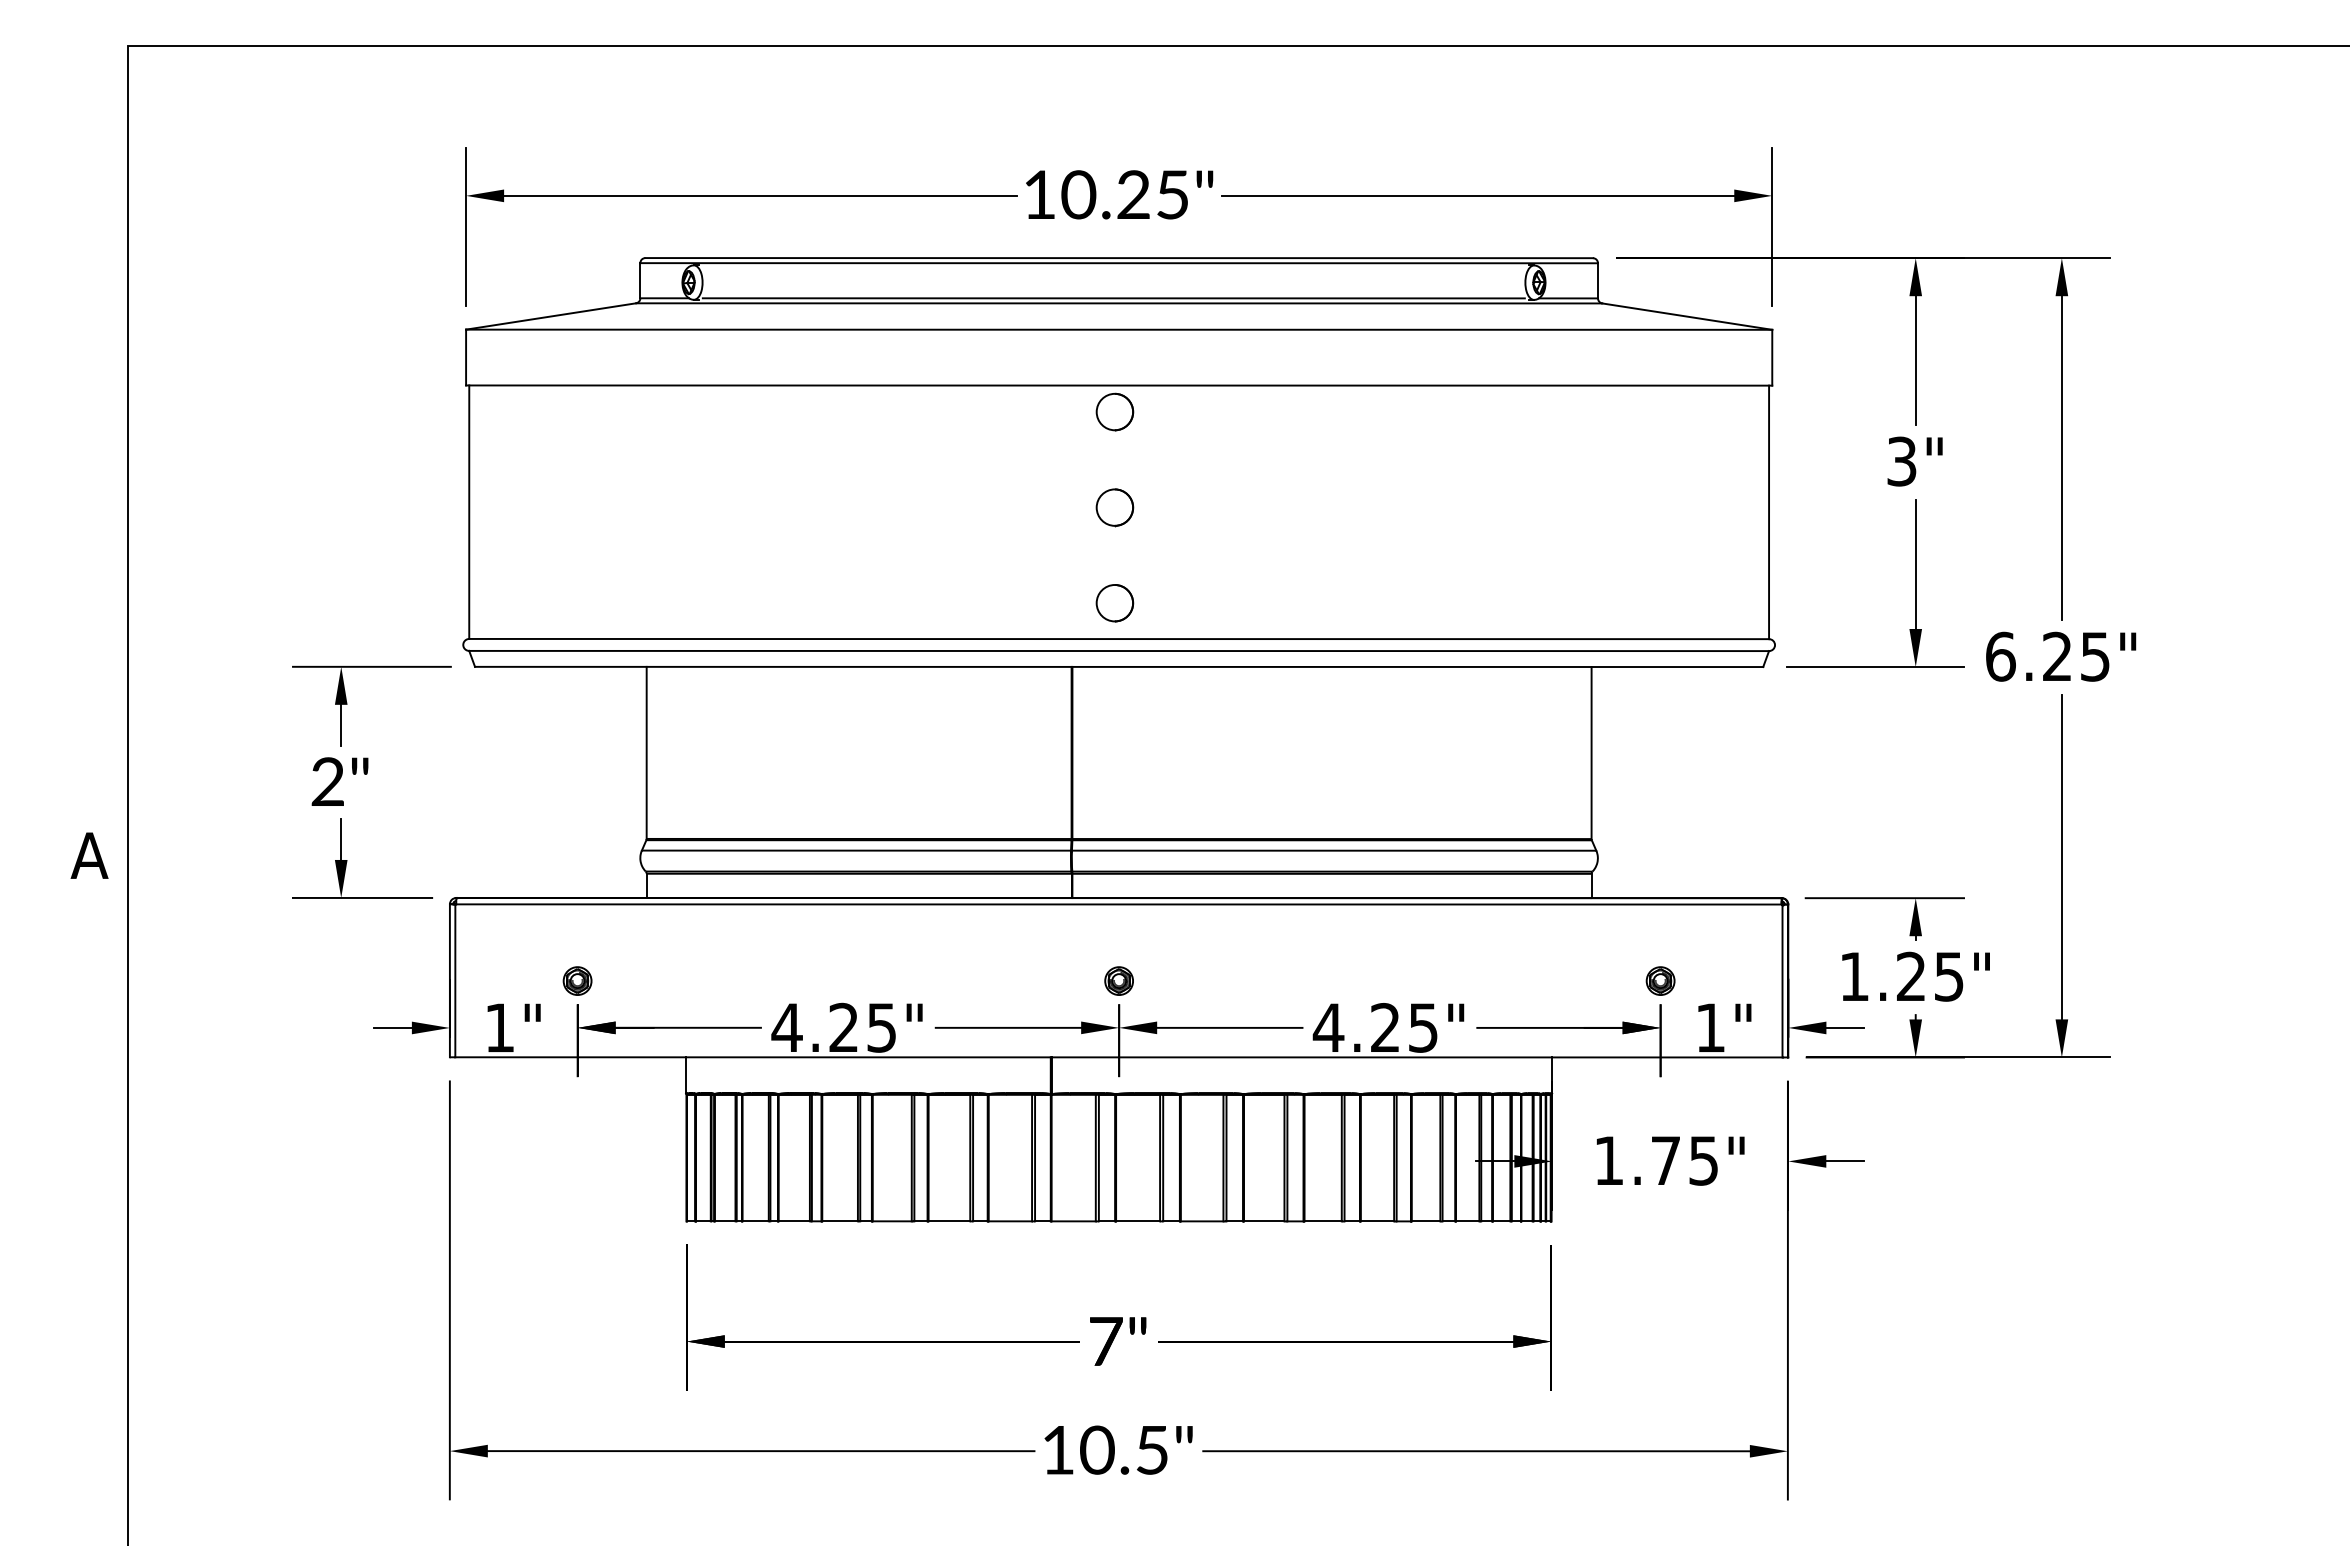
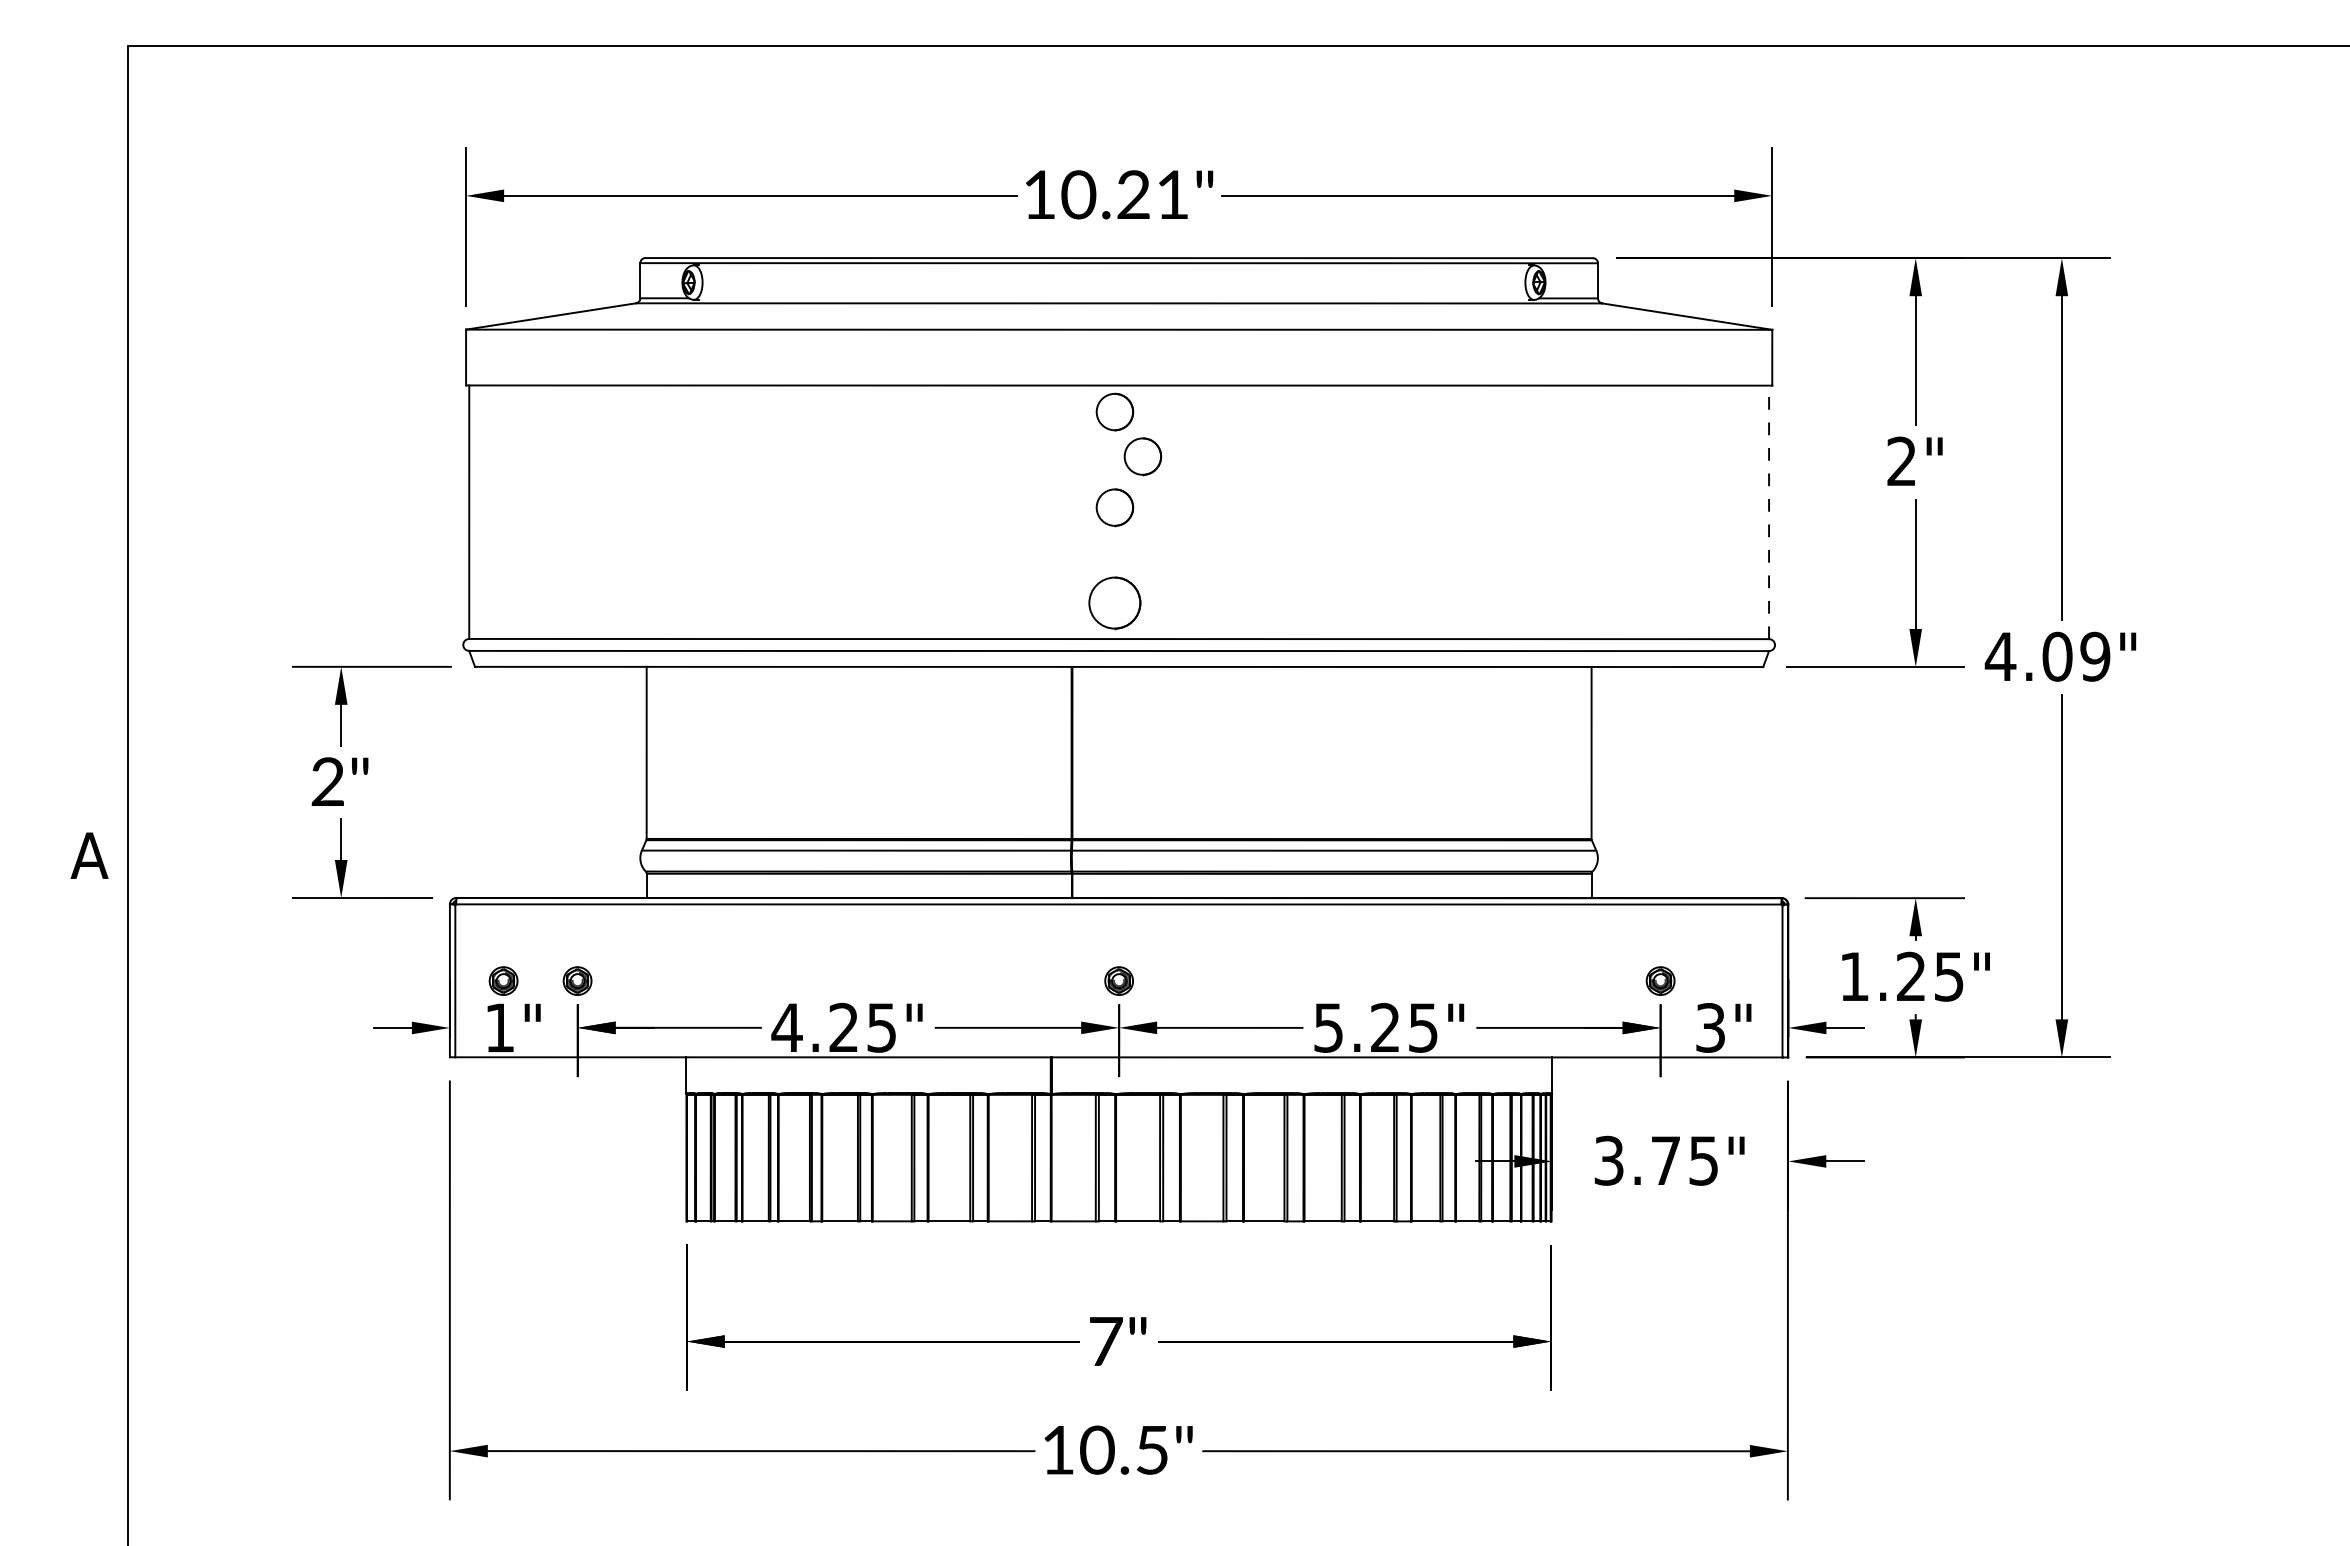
text at (1172, 194): 10.25" -> 10.21"
line at (1113, 298): present -> none
part at (1142, 456): none -> present
text at (1901, 461): 3" -> 2"
line at (1769, 512): solid -> dashed
part at (1114, 603) size: 40x39 px -> 54x55 px
text at (2047, 656): 6.25" -> 4.09"
part at (503, 980): none -> present
text at (1328, 1027): 4.25" -> 5.25"
text at (1710, 1027): 1" -> 3"
text at (1608, 1160): 1.75" -> 3.75"
